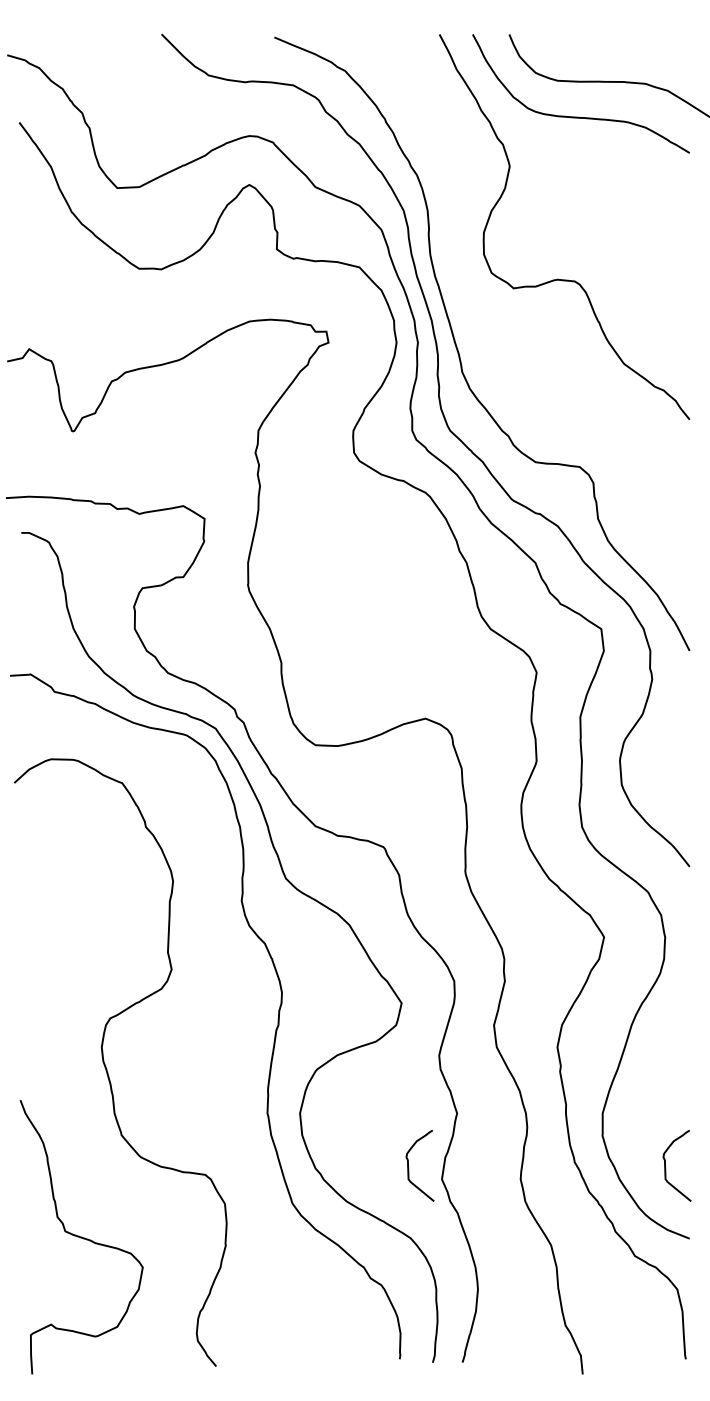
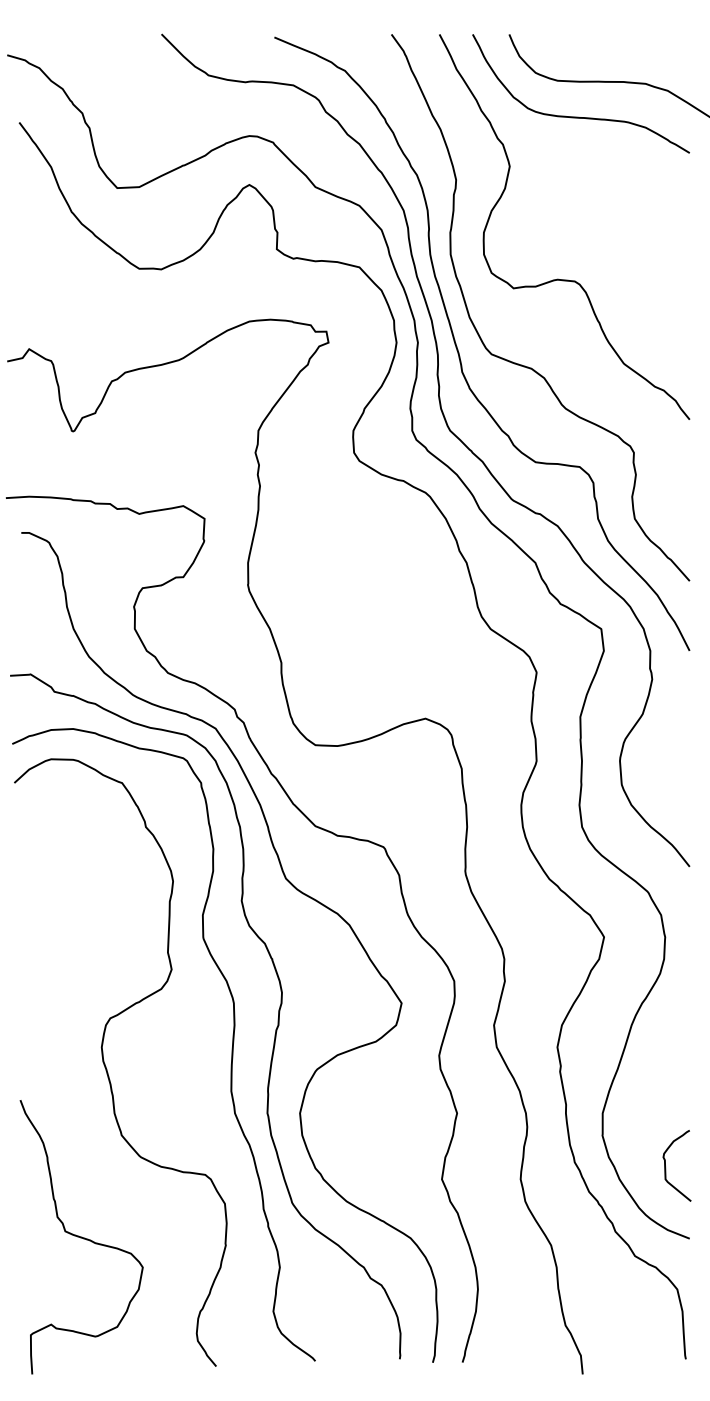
curve at (522, 364): none -> present
curve at (231, 1048): none -> present
curve at (409, 1167): present -> none
